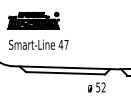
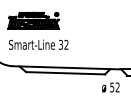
text at (63, 44): 47 -> 32
text at (96, 87) position: (96, 87) -> (110, 87)
